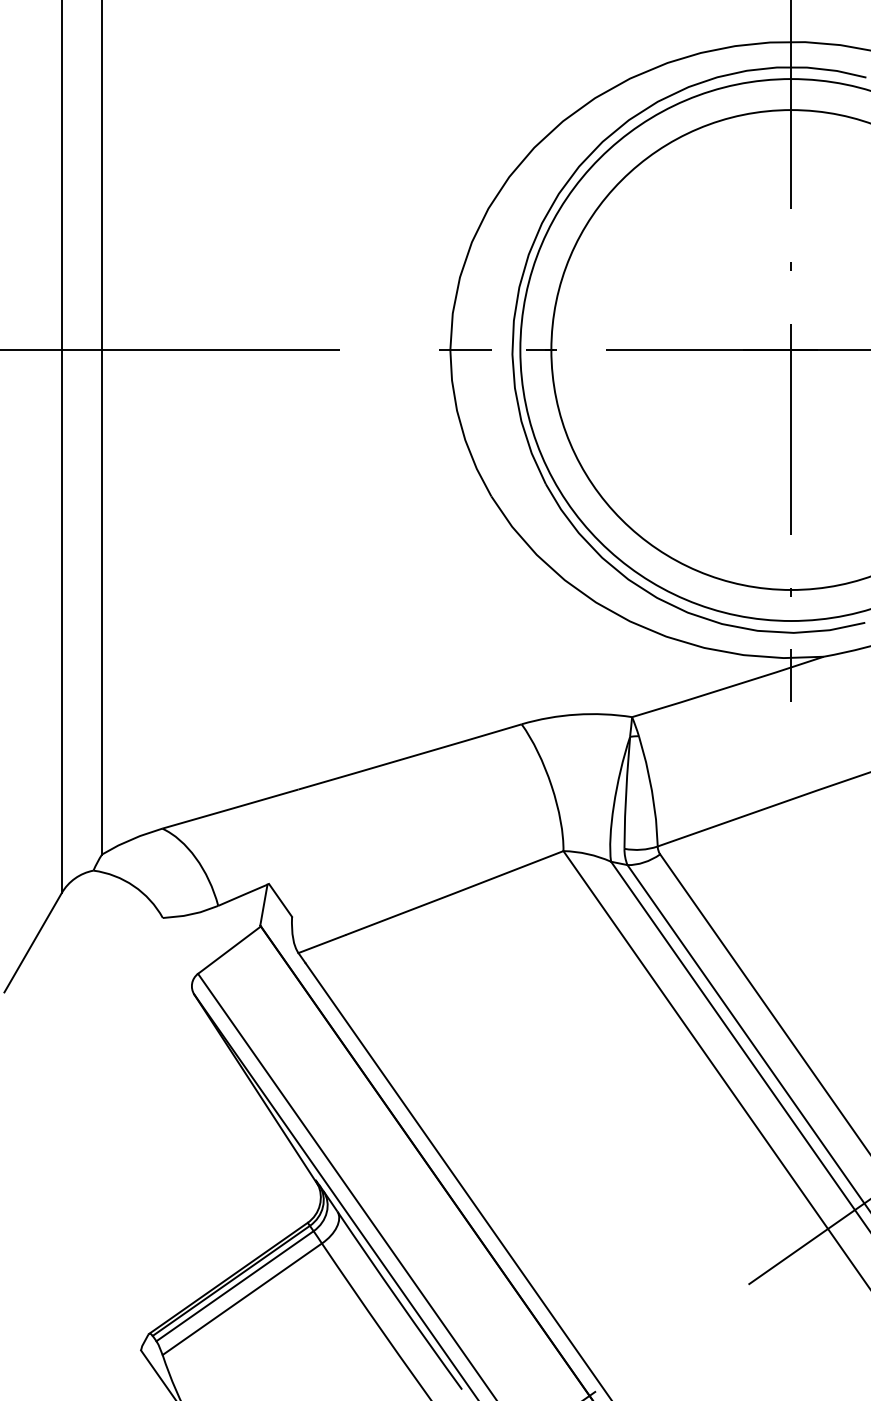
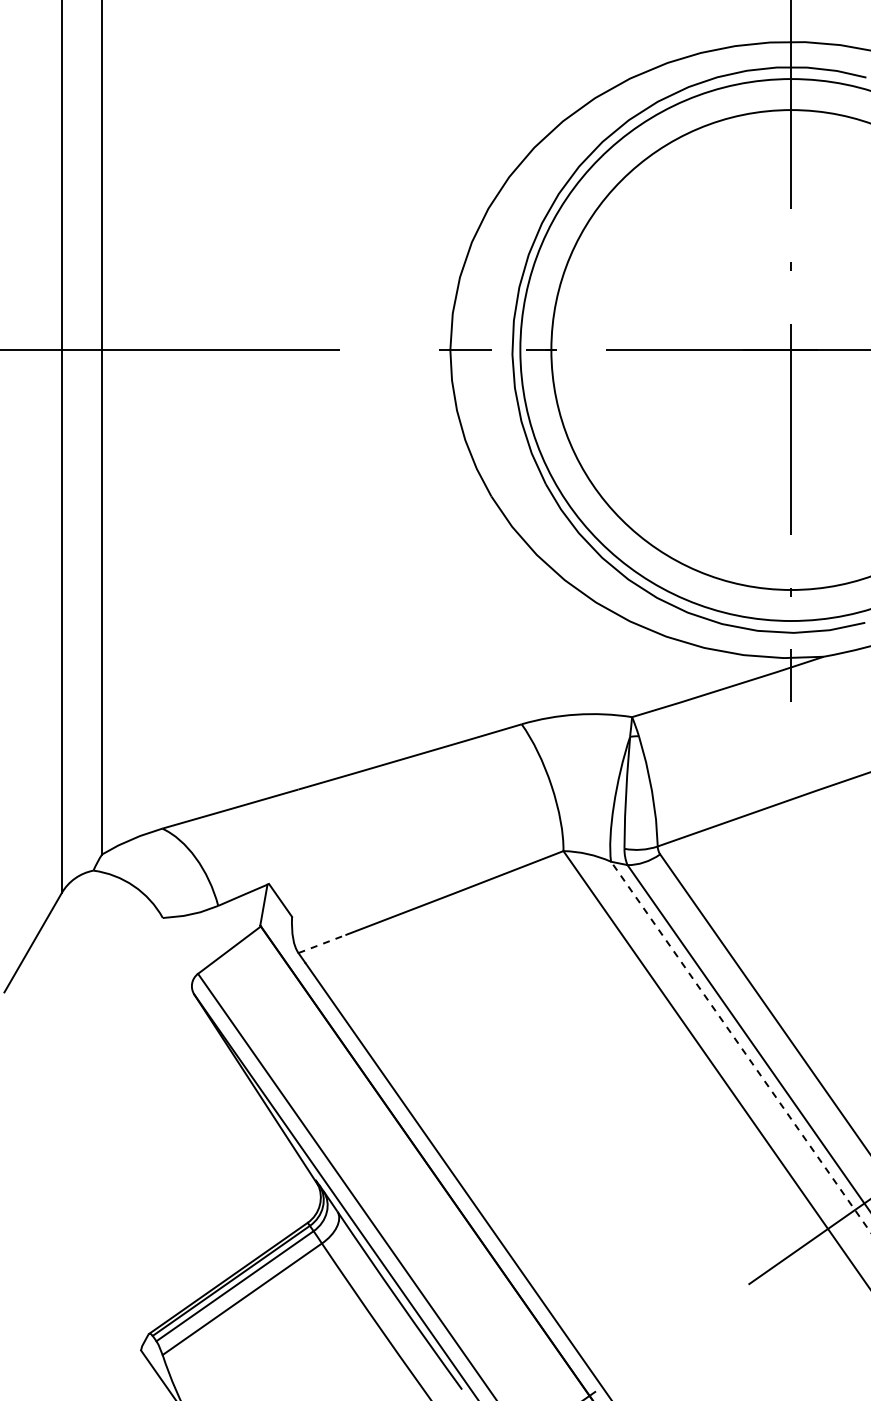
line at (322, 943): solid -> dashed
line at (740, 1046): solid -> dashed
